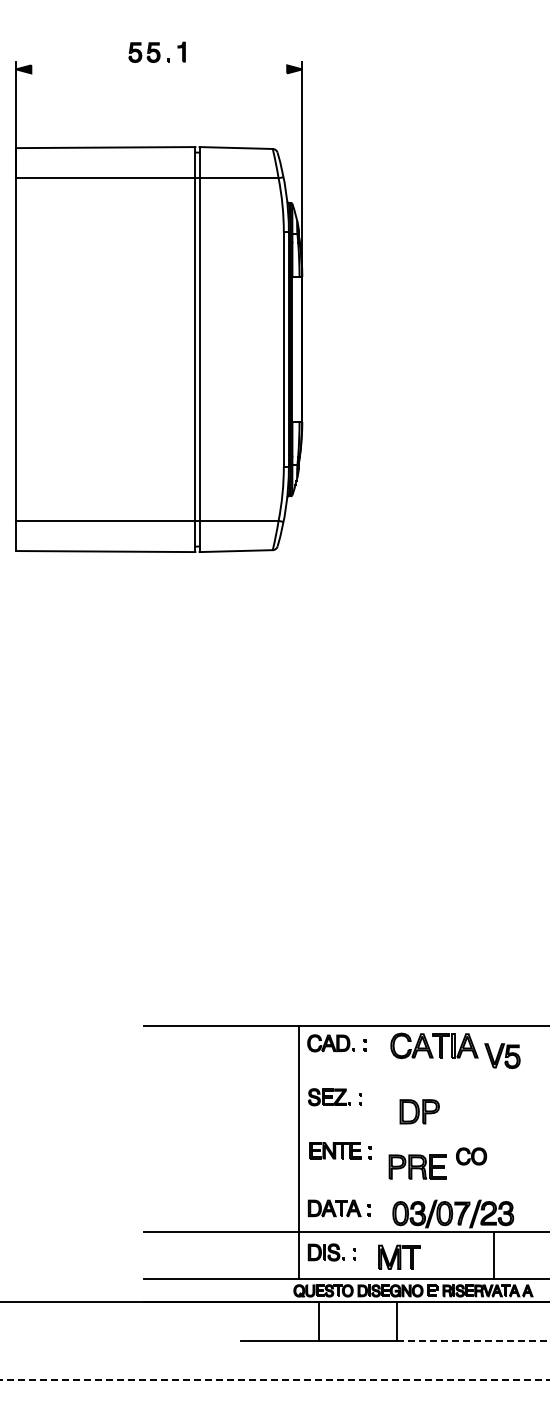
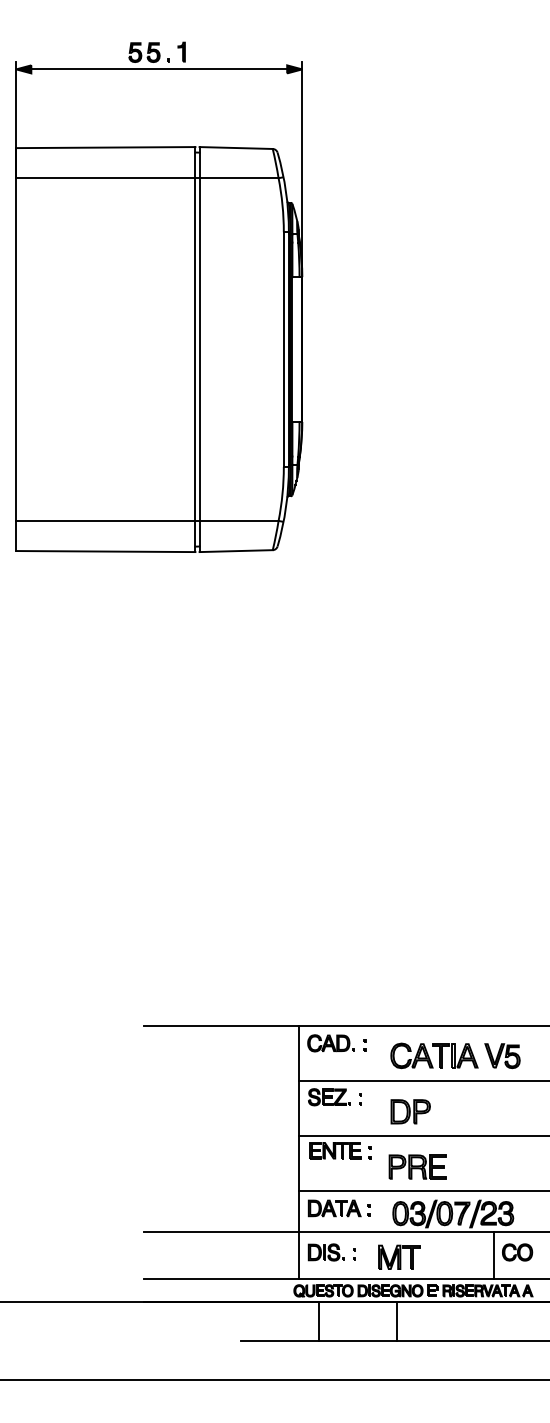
line at (159, 69): none -> present
part at (434, 1045) position: (434, 1045) -> (434, 1055)
line at (422, 1080): none -> present
part at (419, 1111) position: (419, 1111) -> (410, 1111)
line at (422, 1136): none -> present
part at (471, 1156) position: (471, 1156) -> (517, 1252)
line at (422, 1191): none -> present
line at (473, 1341): dashed -> solid
line at (275, 1380): dashed -> solid
